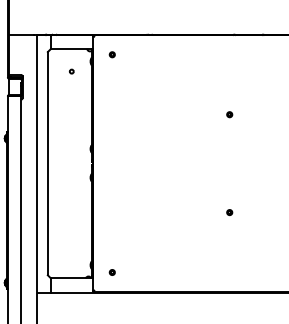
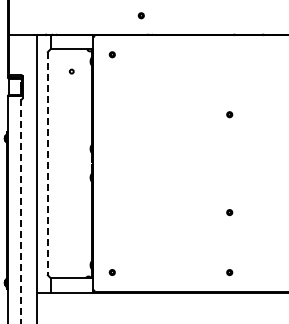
part at (140, 15): none -> present
line at (47, 163): solid -> dashed
line at (20, 209): solid -> dashed
part at (229, 272): none -> present
